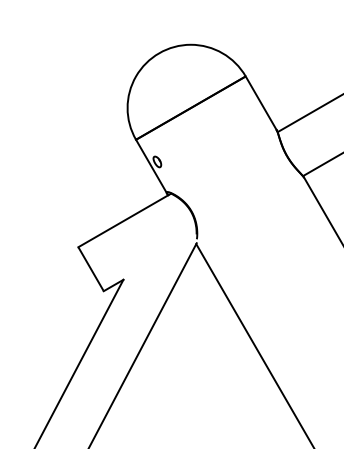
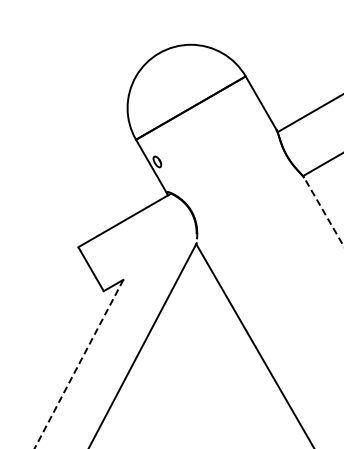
line at (323, 211): solid -> dashed
line at (78, 364): solid -> dashed
